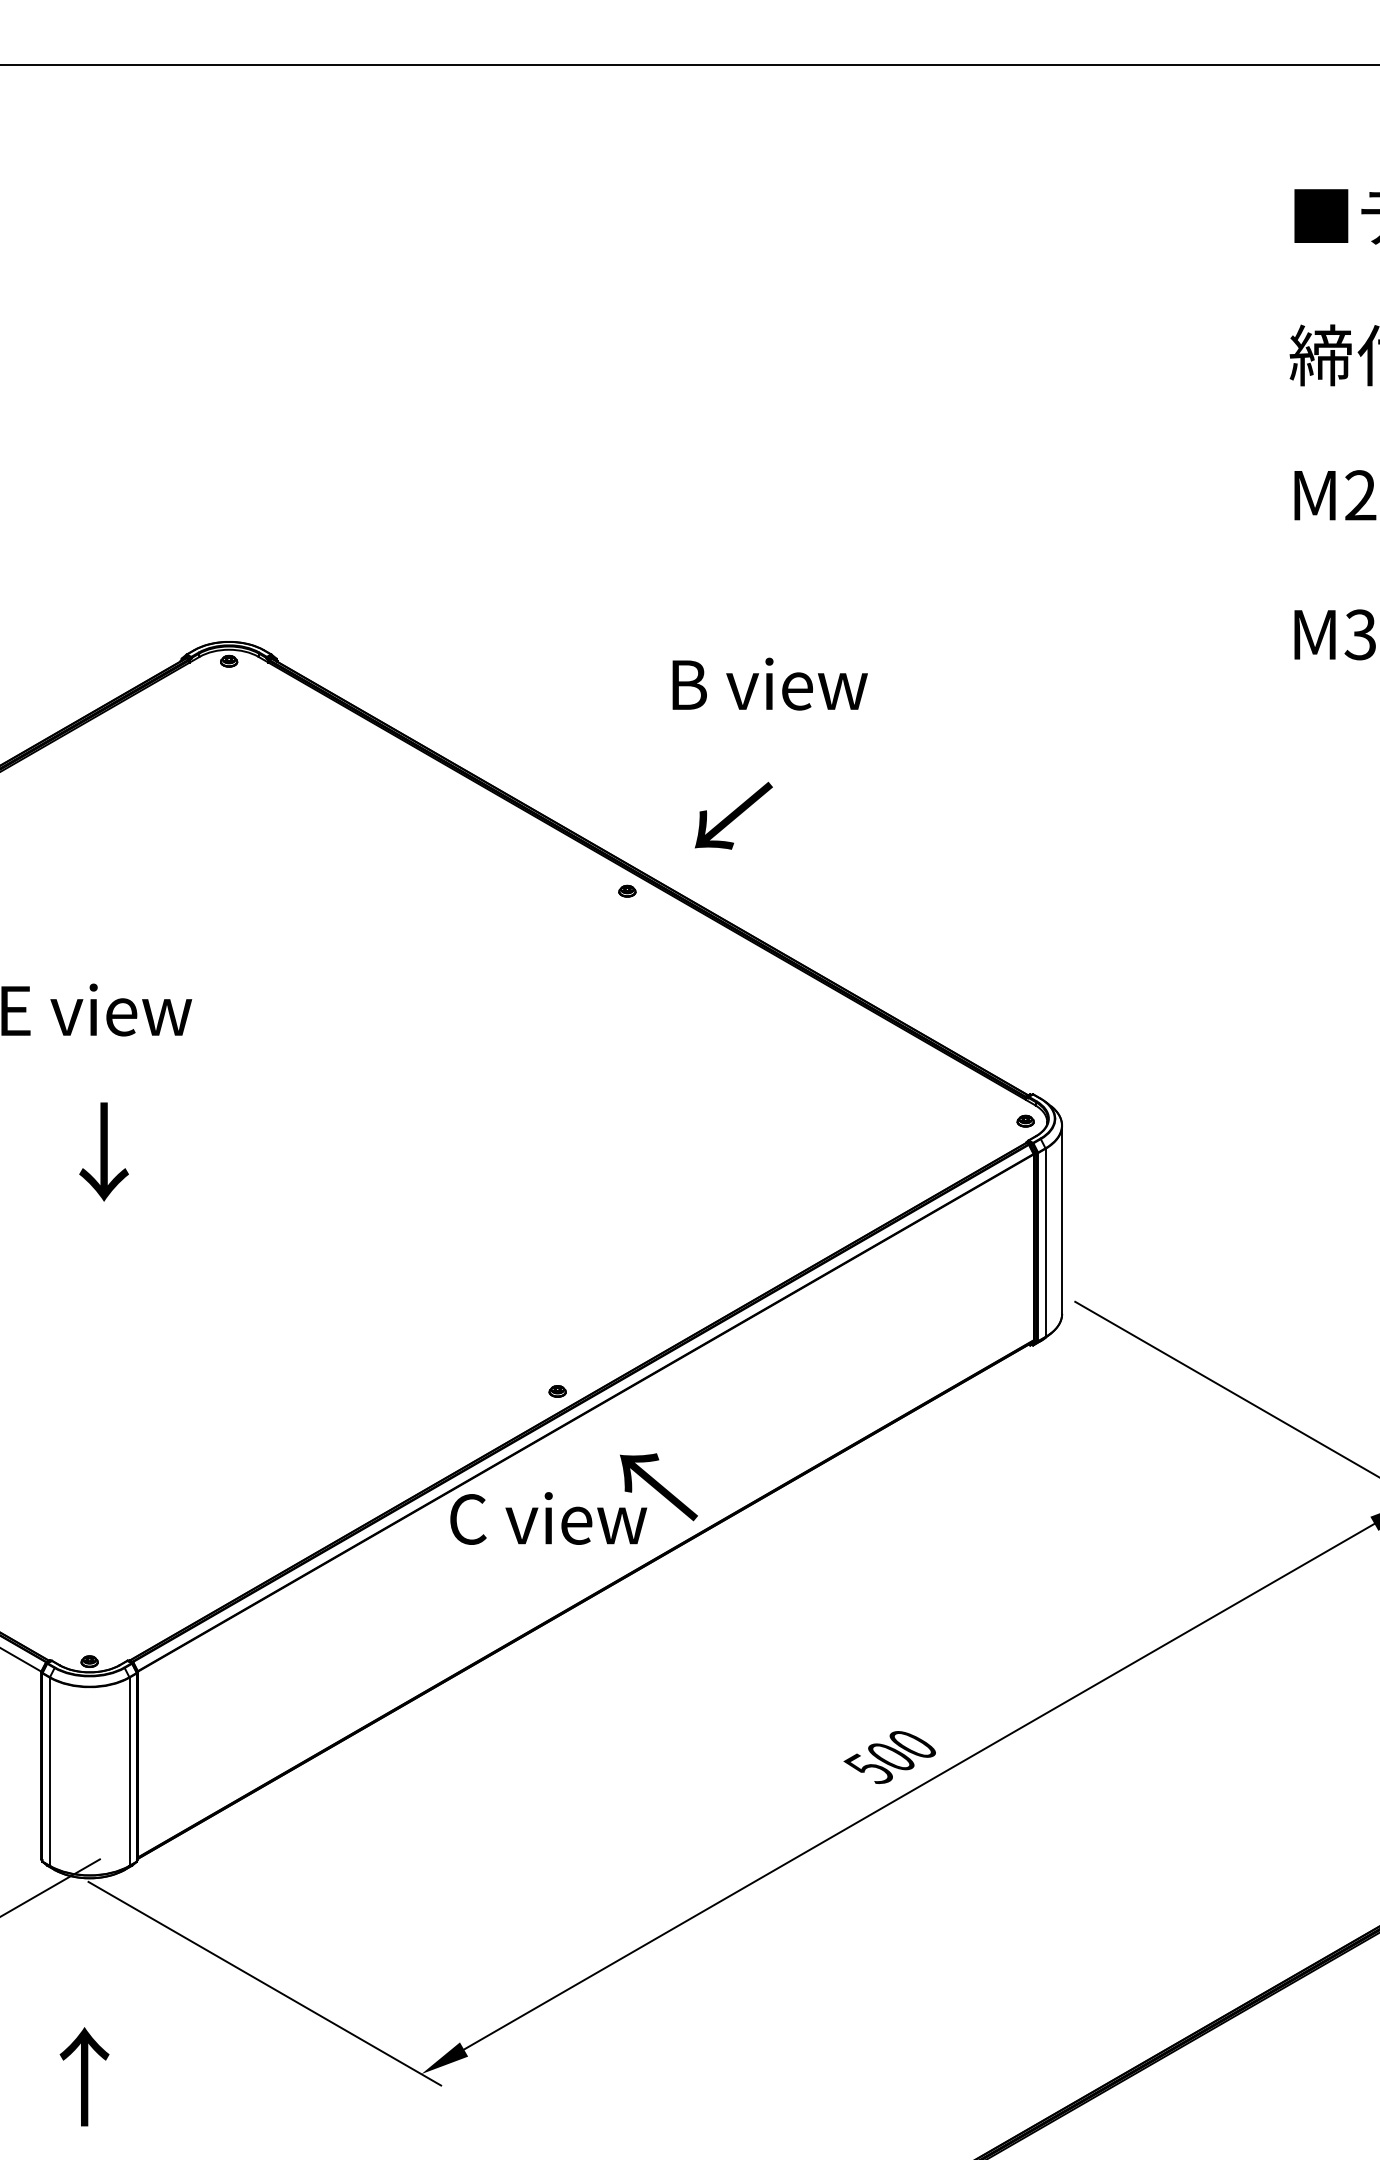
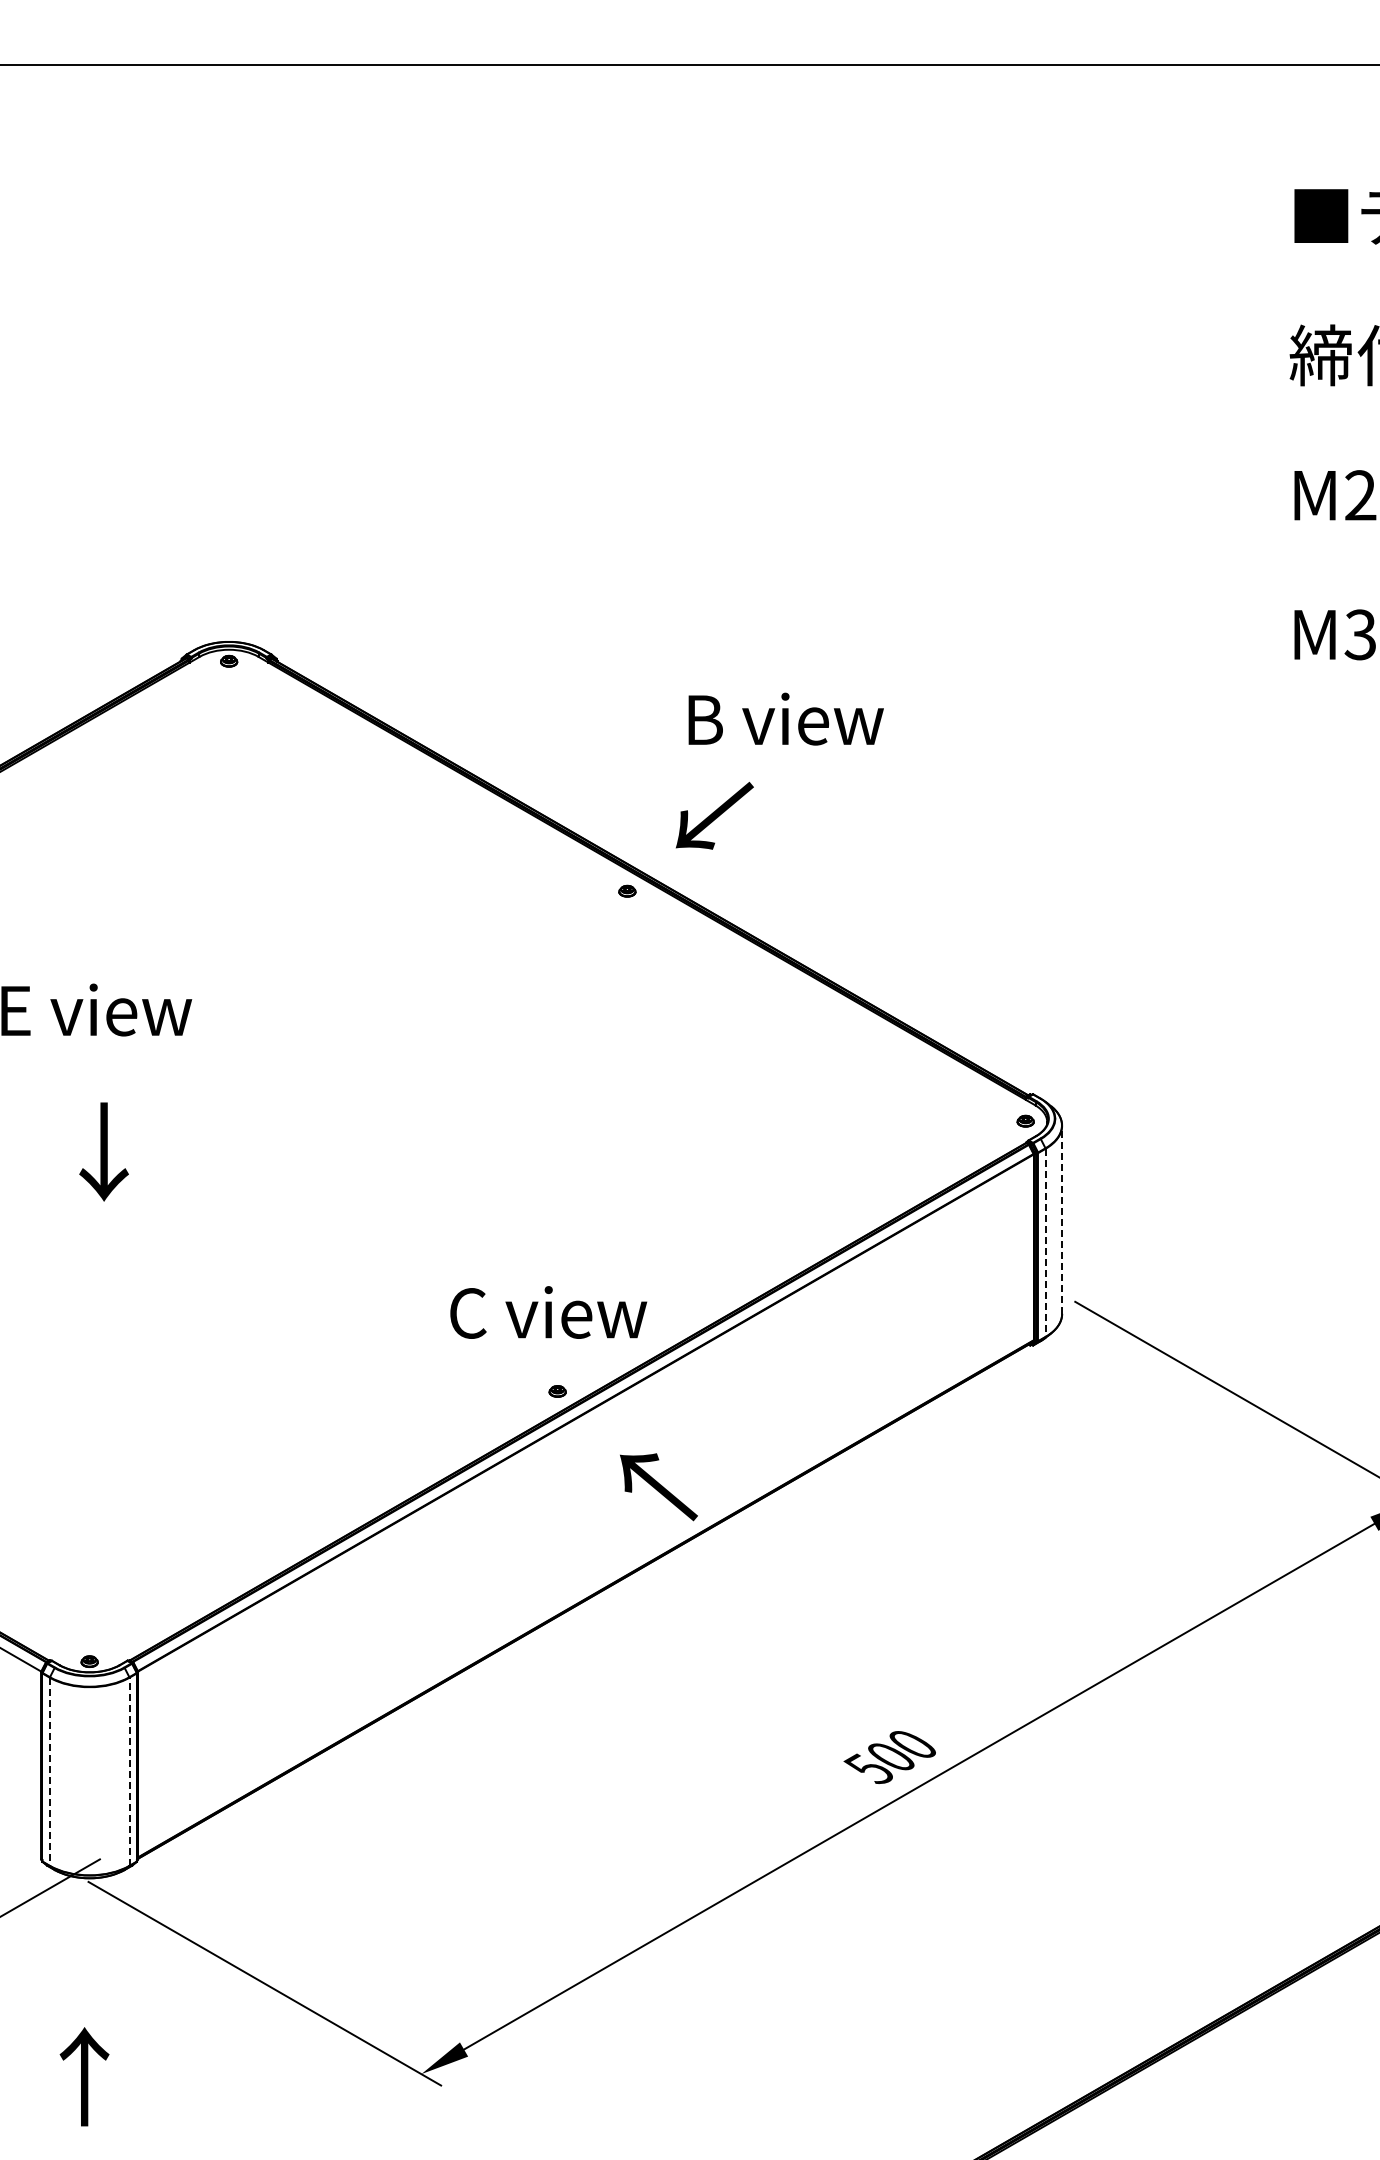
text at (769, 683) position: (769, 683) -> (785, 718)
text at (733, 815) position: (733, 815) -> (714, 815)
line at (1062, 1219): solid -> dashed
line at (1045, 1243): solid -> dashed
text at (548, 1518) position: (548, 1518) -> (548, 1312)
line at (129, 1771): solid -> dashed
line at (49, 1772): solid -> dashed
